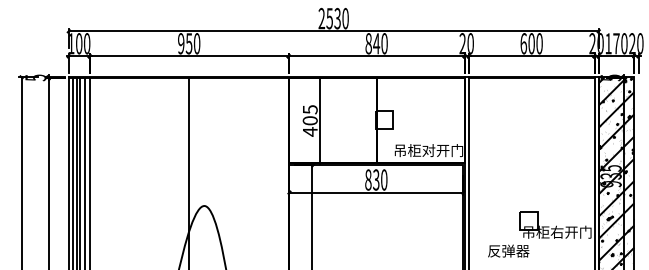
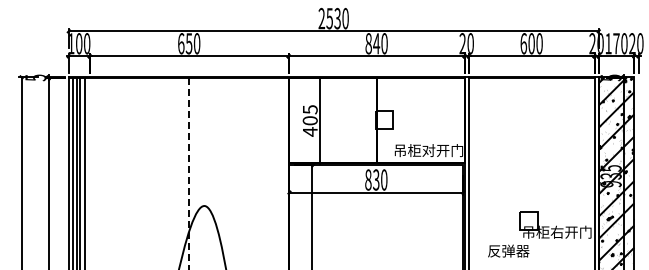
text at (181, 43): 950 -> 650
line at (89, 172): present -> none
line at (189, 174): solid -> dashed
